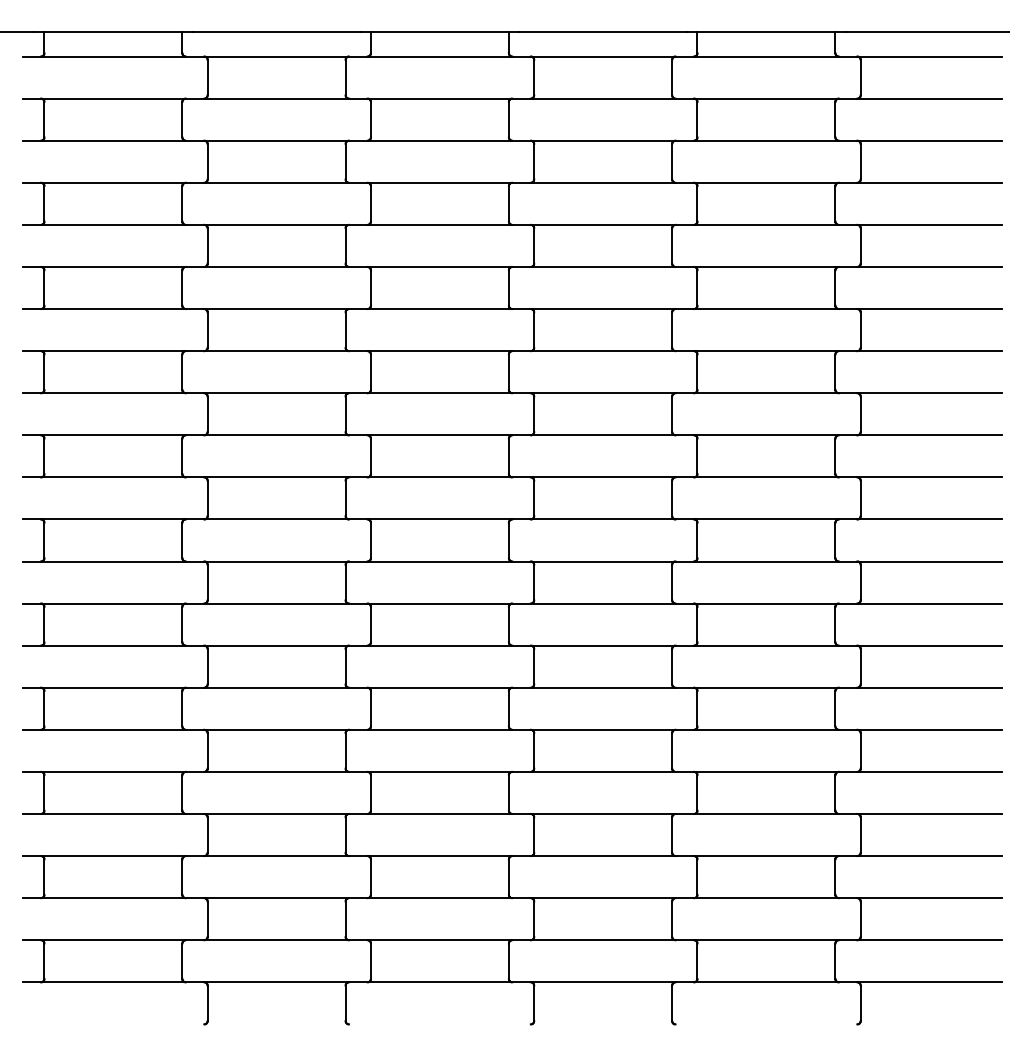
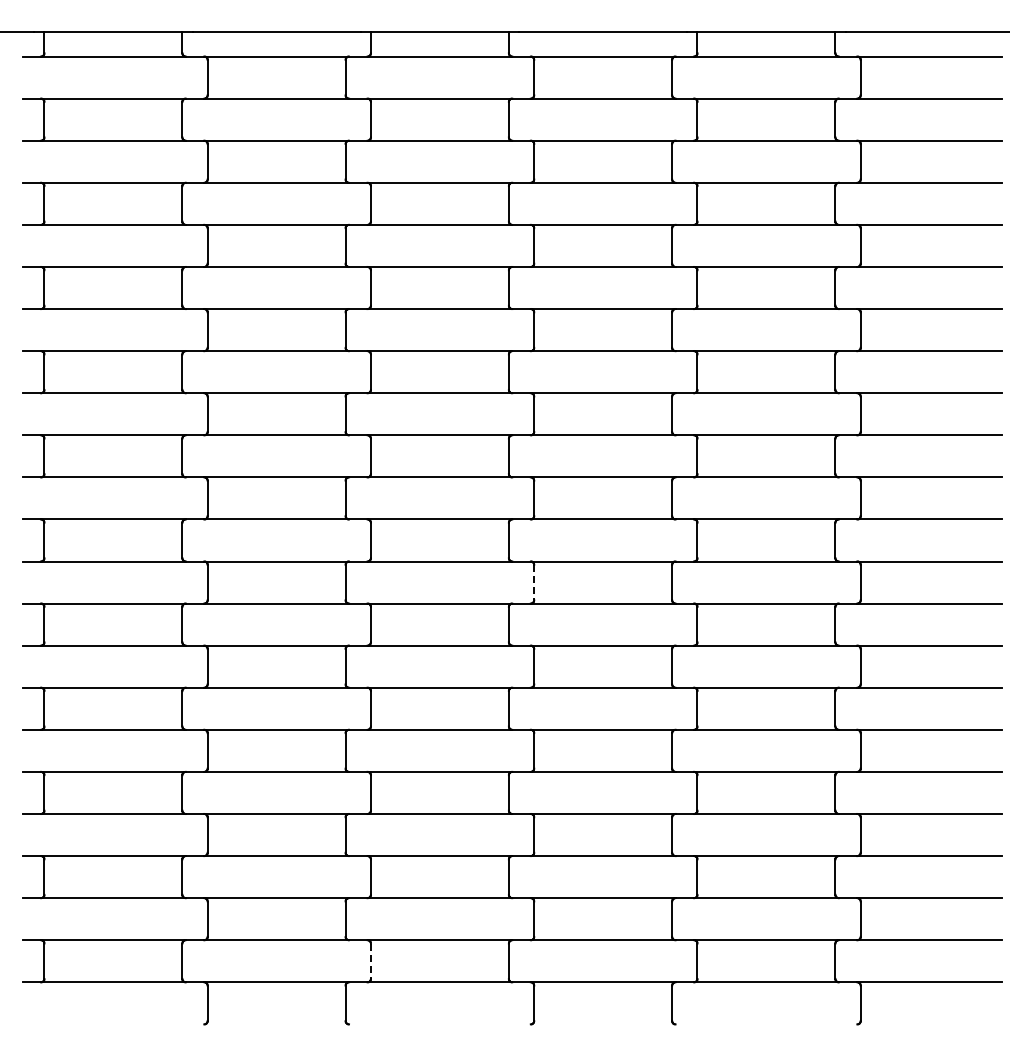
line at (534, 582): solid -> dashed
line at (370, 961): solid -> dashed
